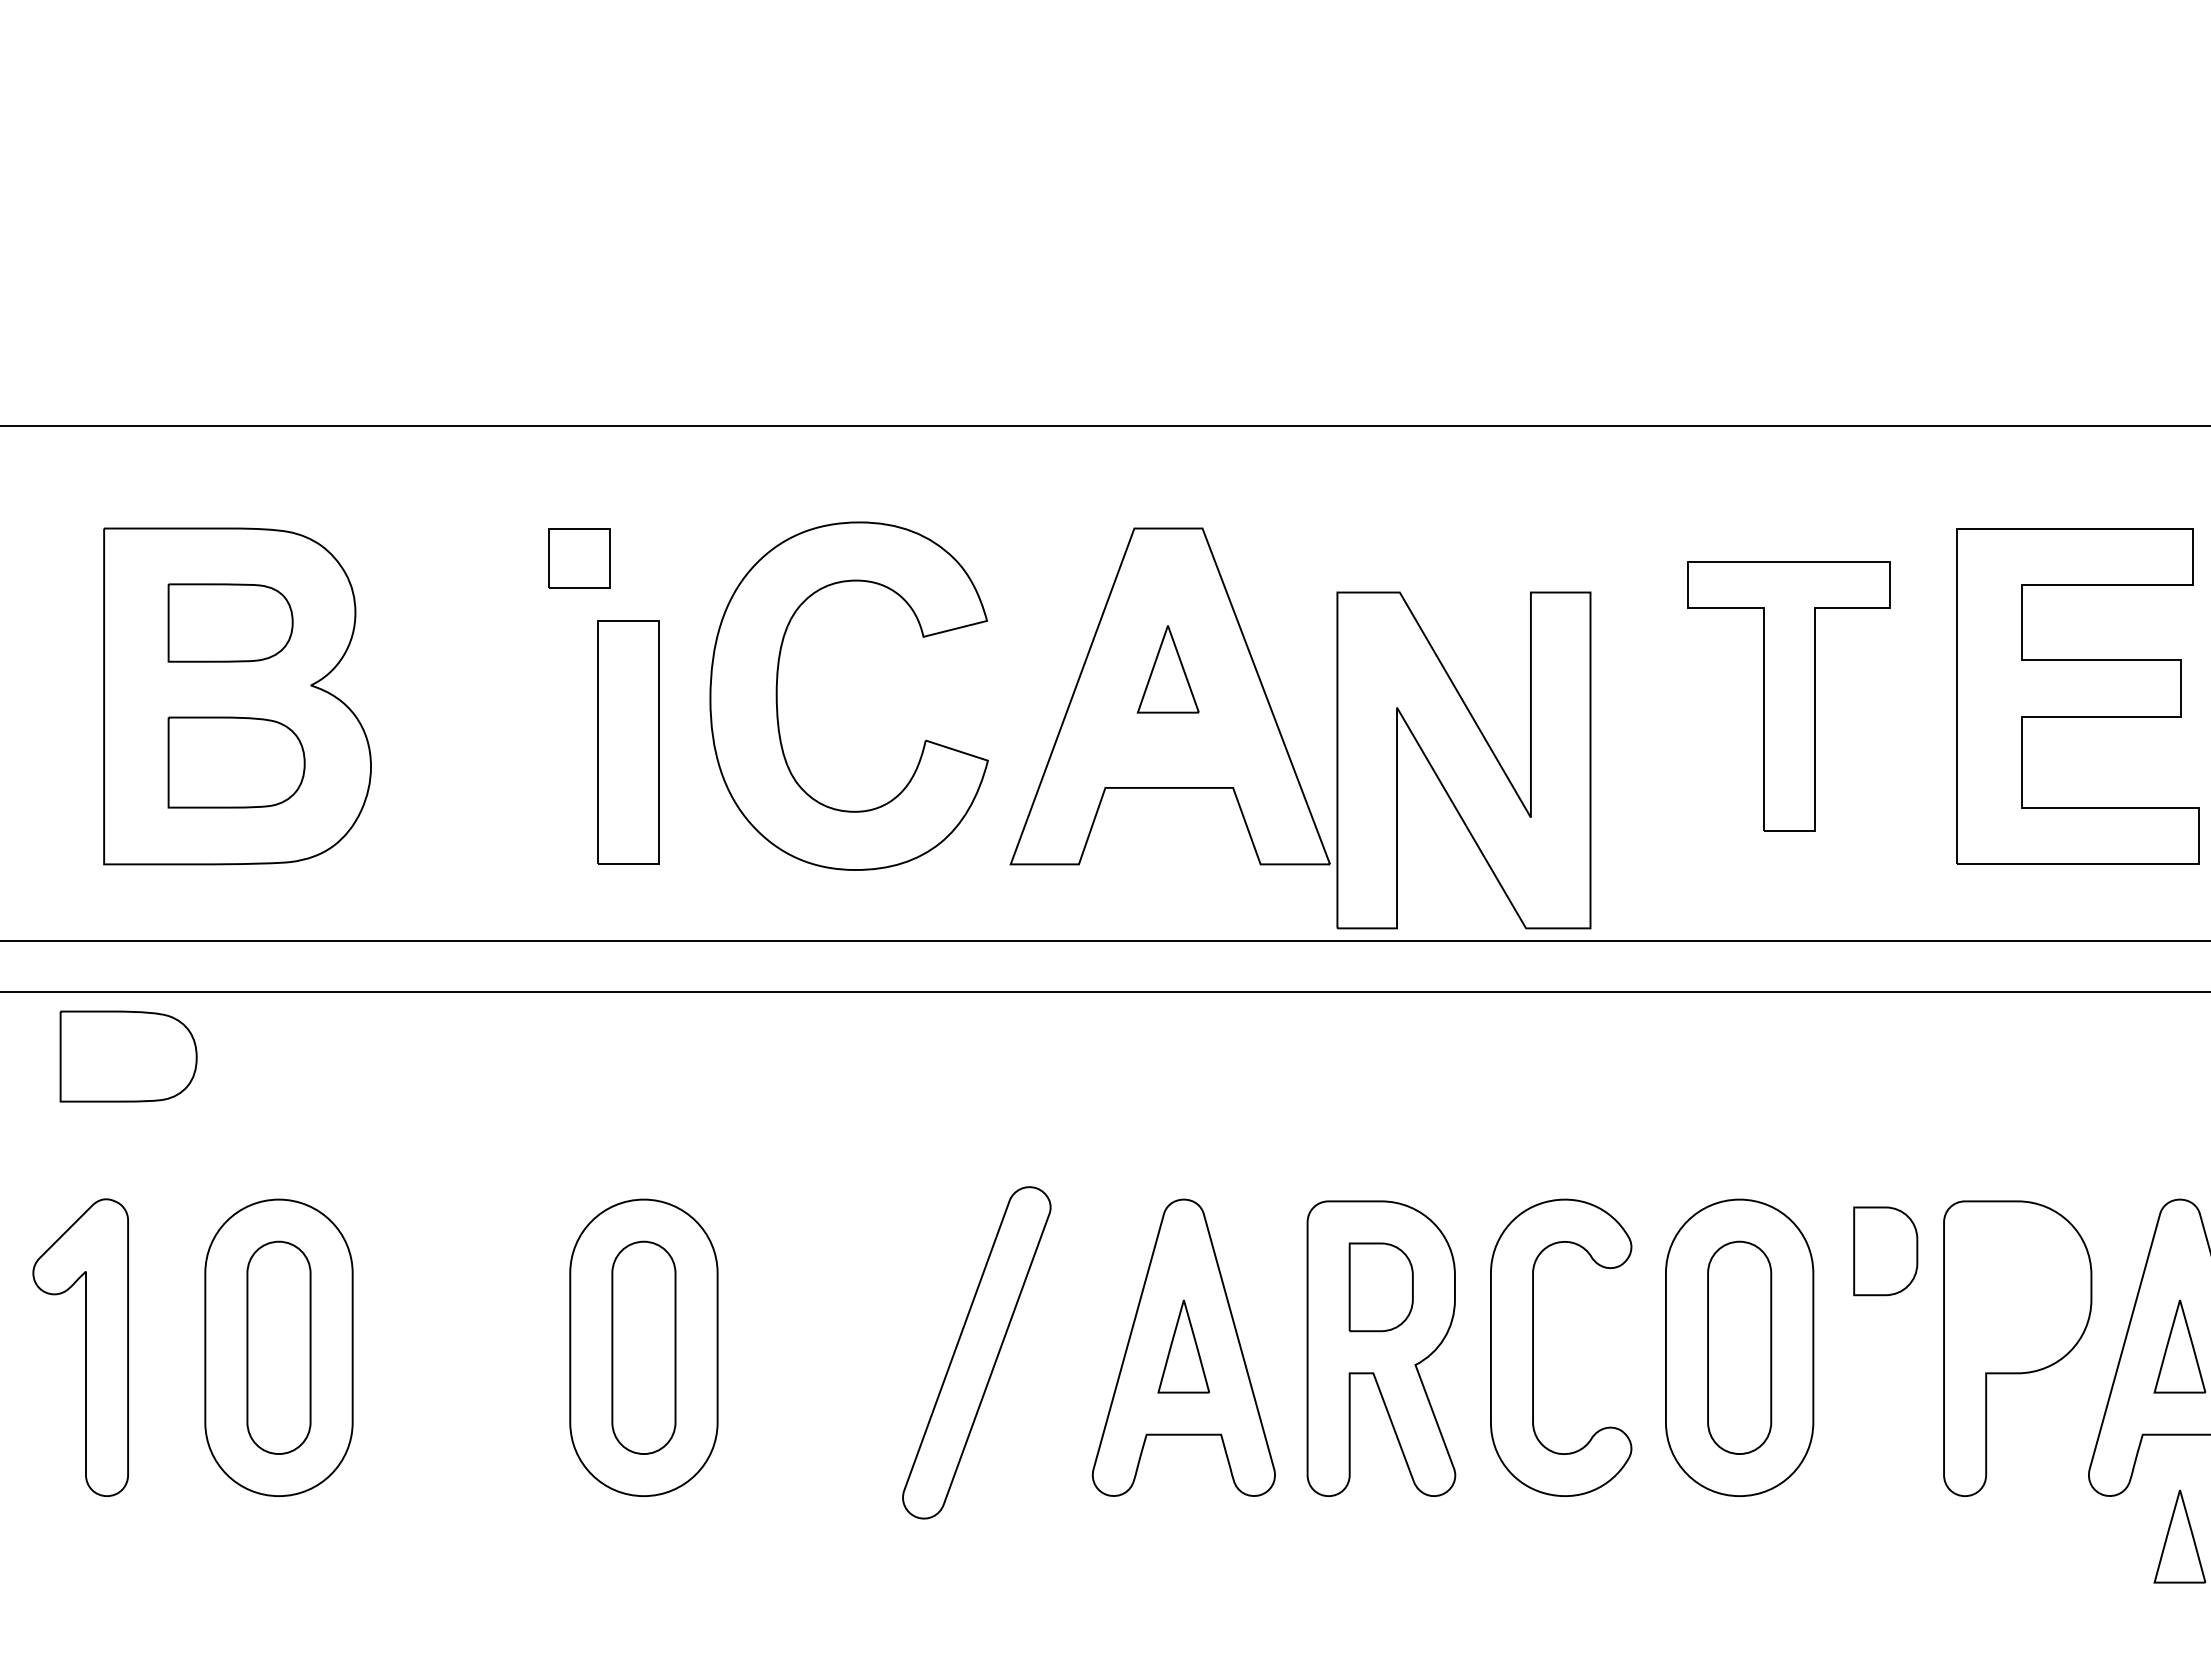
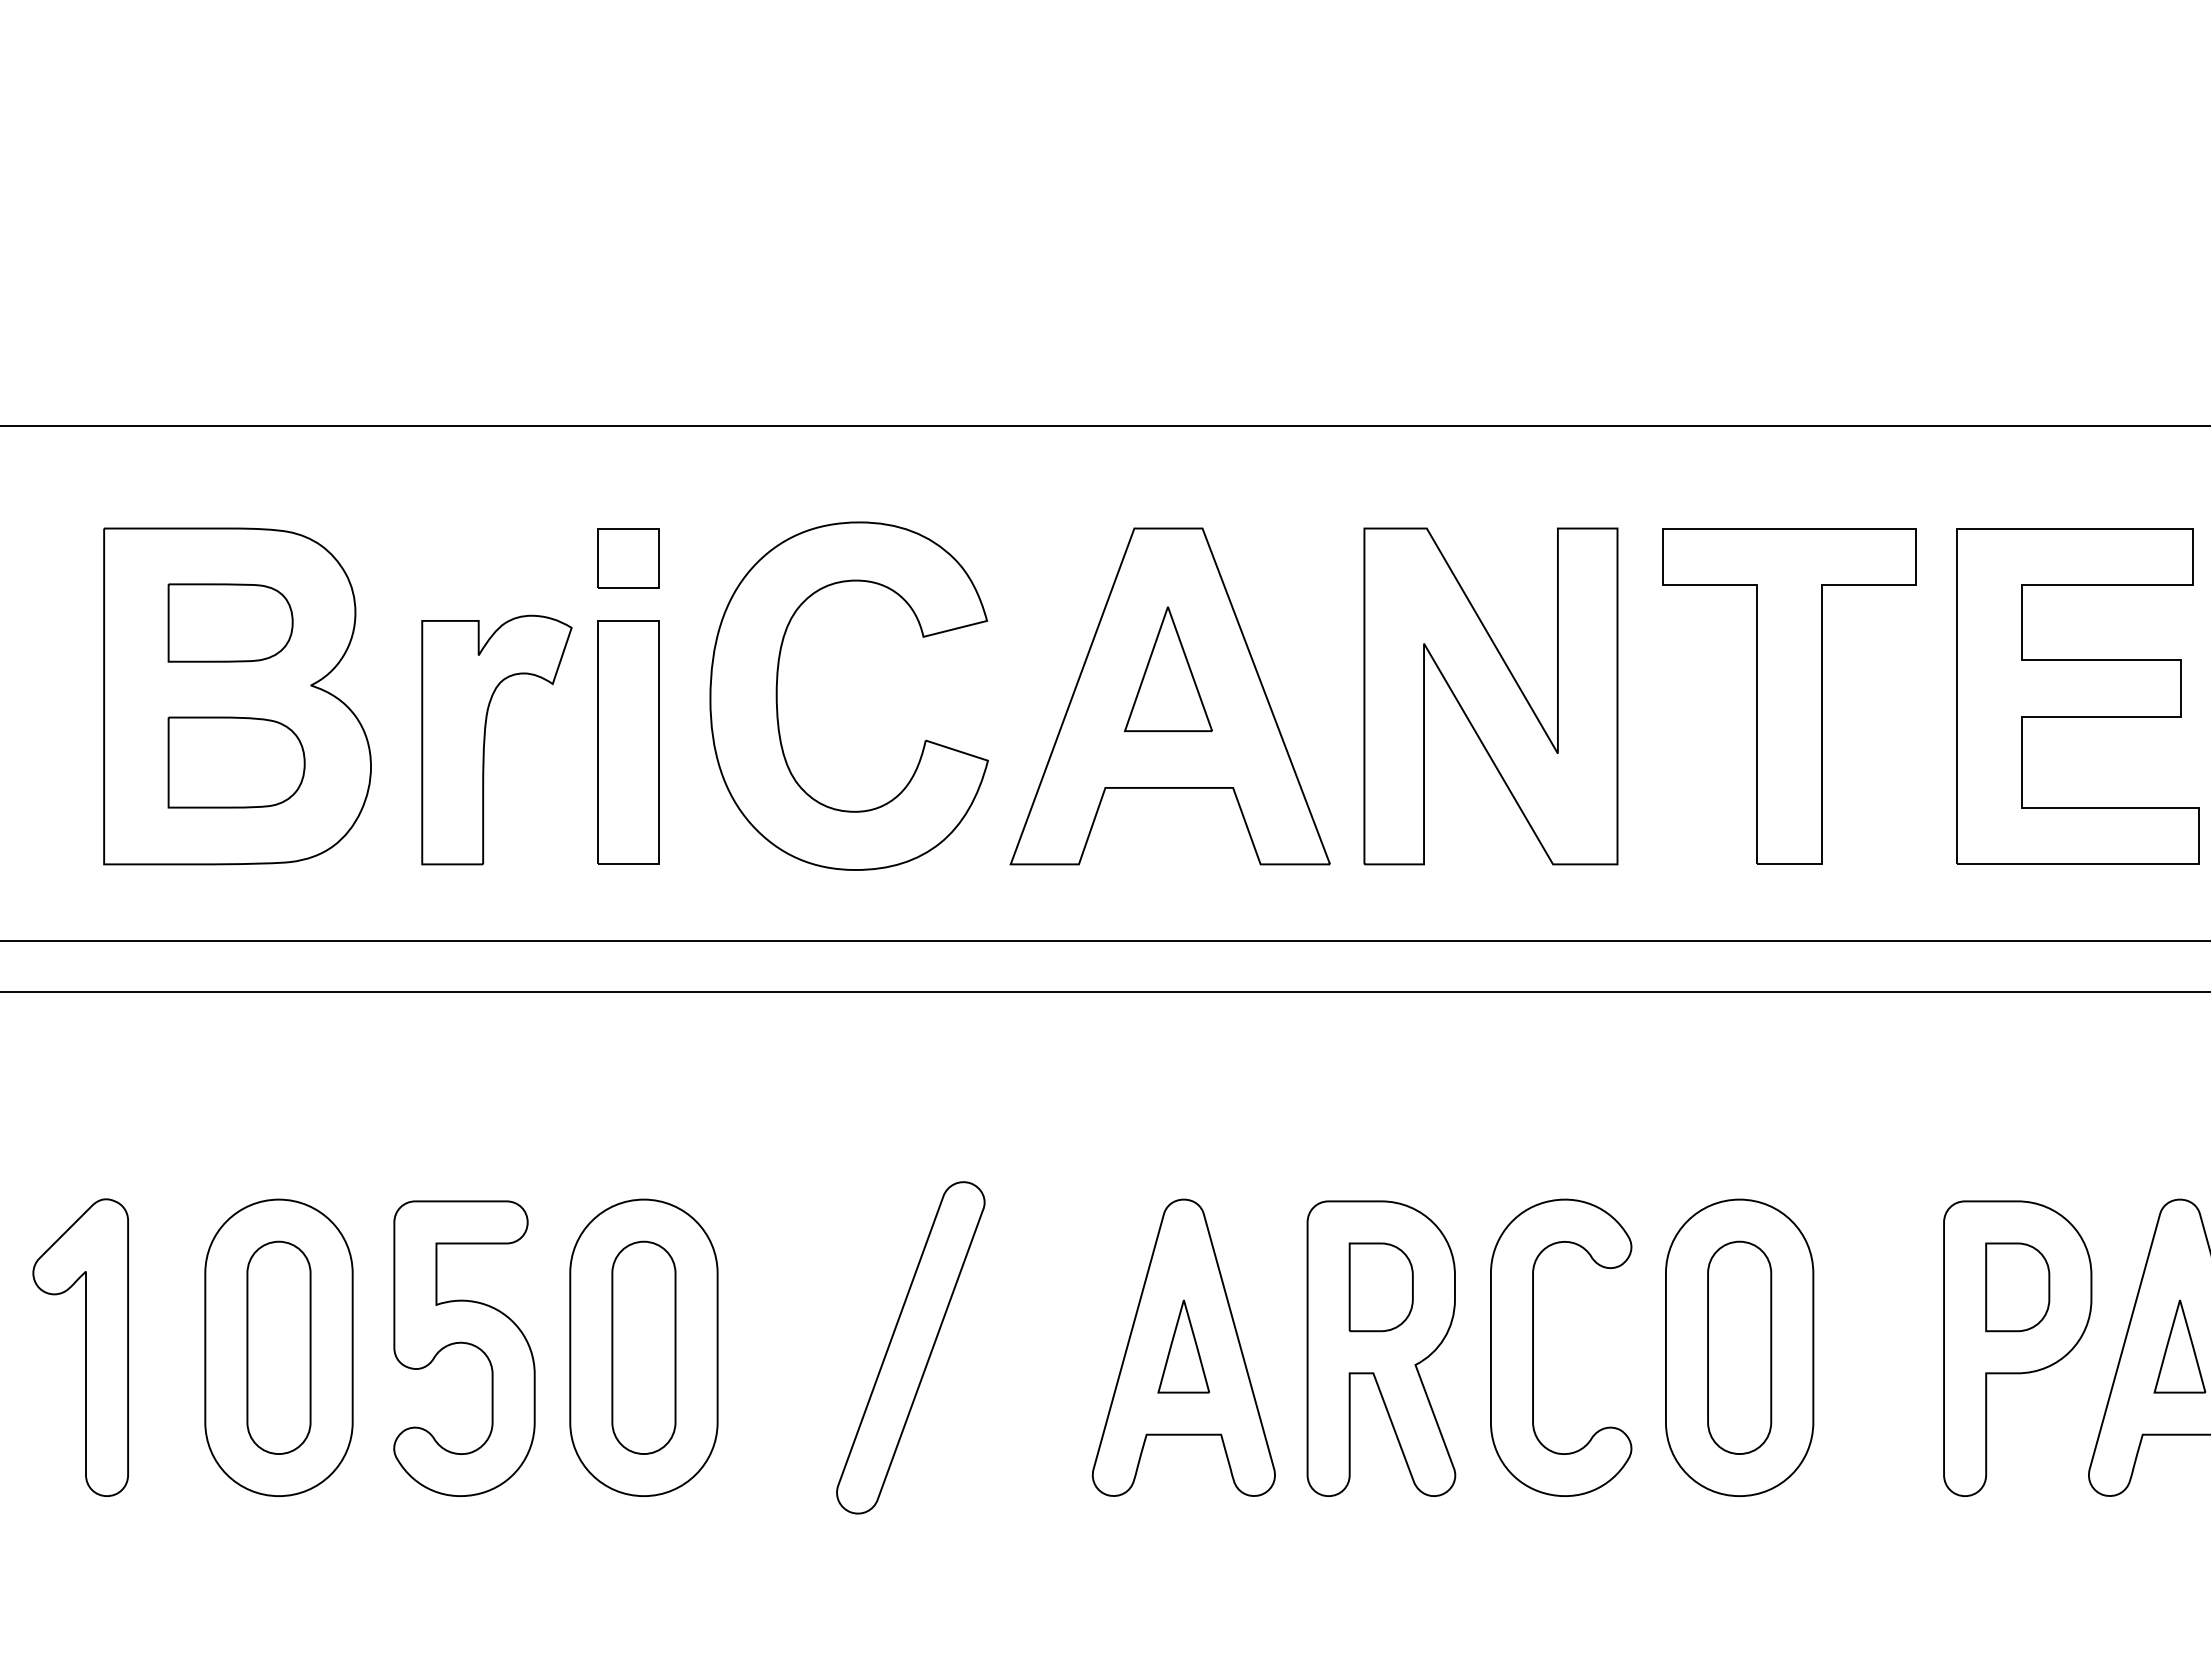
part at (579, 558) position: (579, 558) -> (628, 558)
part at (1167, 669) size: 64x89 px -> 90x127 px
part at (1788, 696) size: 204x271 px -> 255x337 px
part at (485, 739): none -> present
part at (1463, 760) position: (1463, 760) -> (1490, 696)
part at (128, 1056): present -> none
part at (1885, 1251) position: (1885, 1251) -> (2017, 1287)
part at (464, 1348): none -> present
part at (976, 1352) position: (976, 1352) -> (910, 1347)
part at (2179, 1536): present -> none
